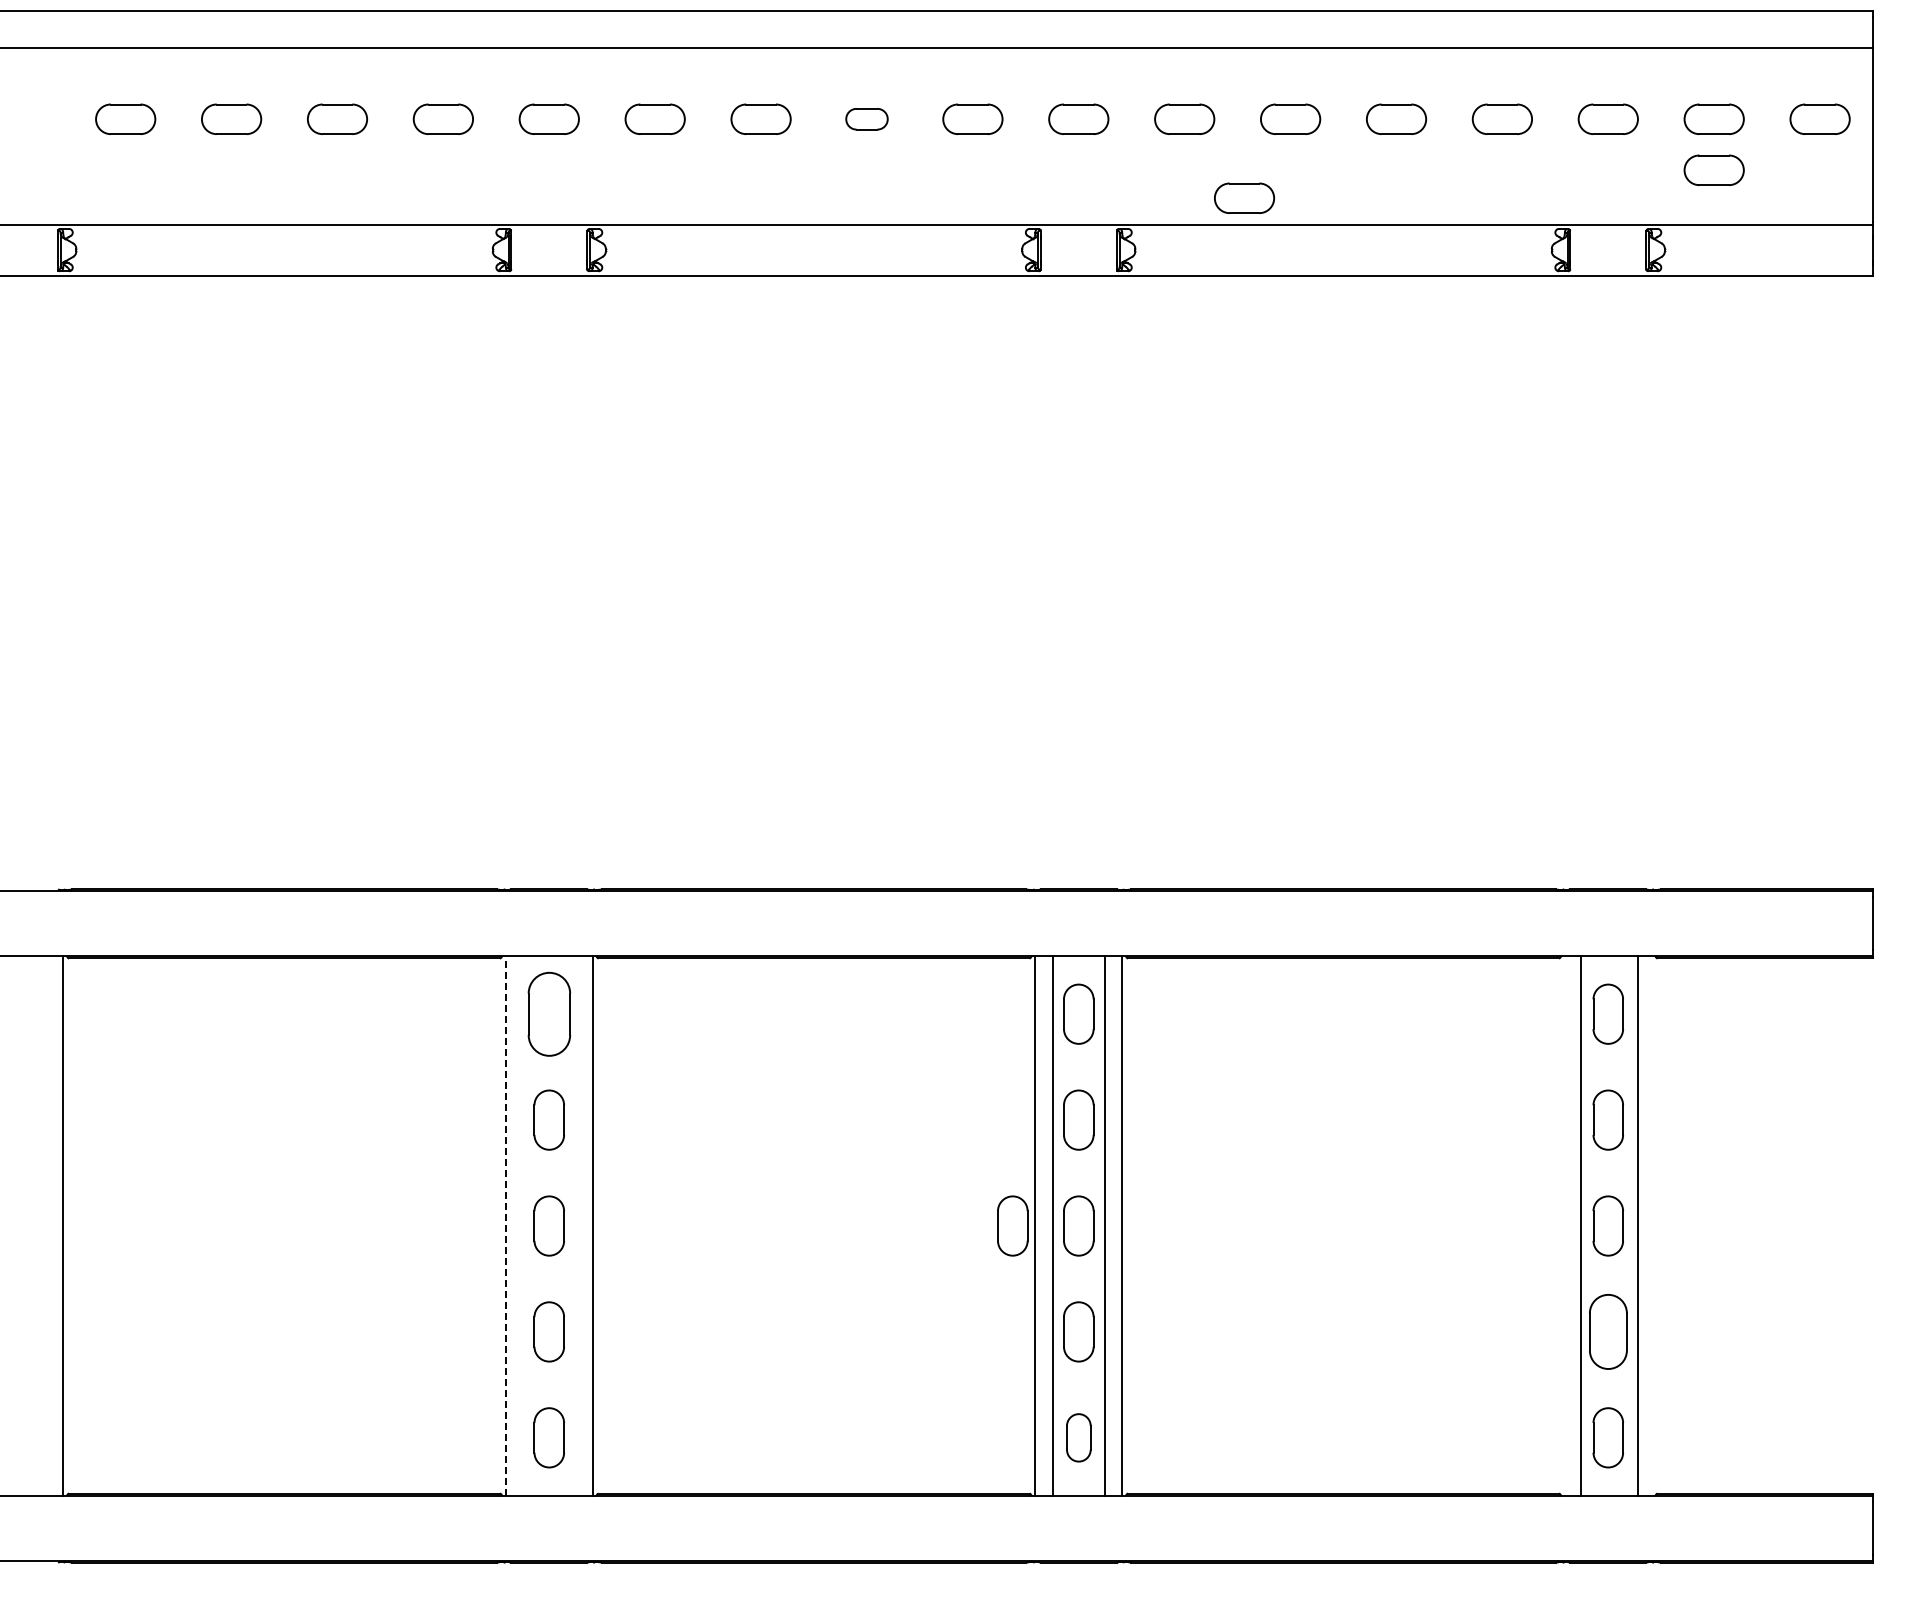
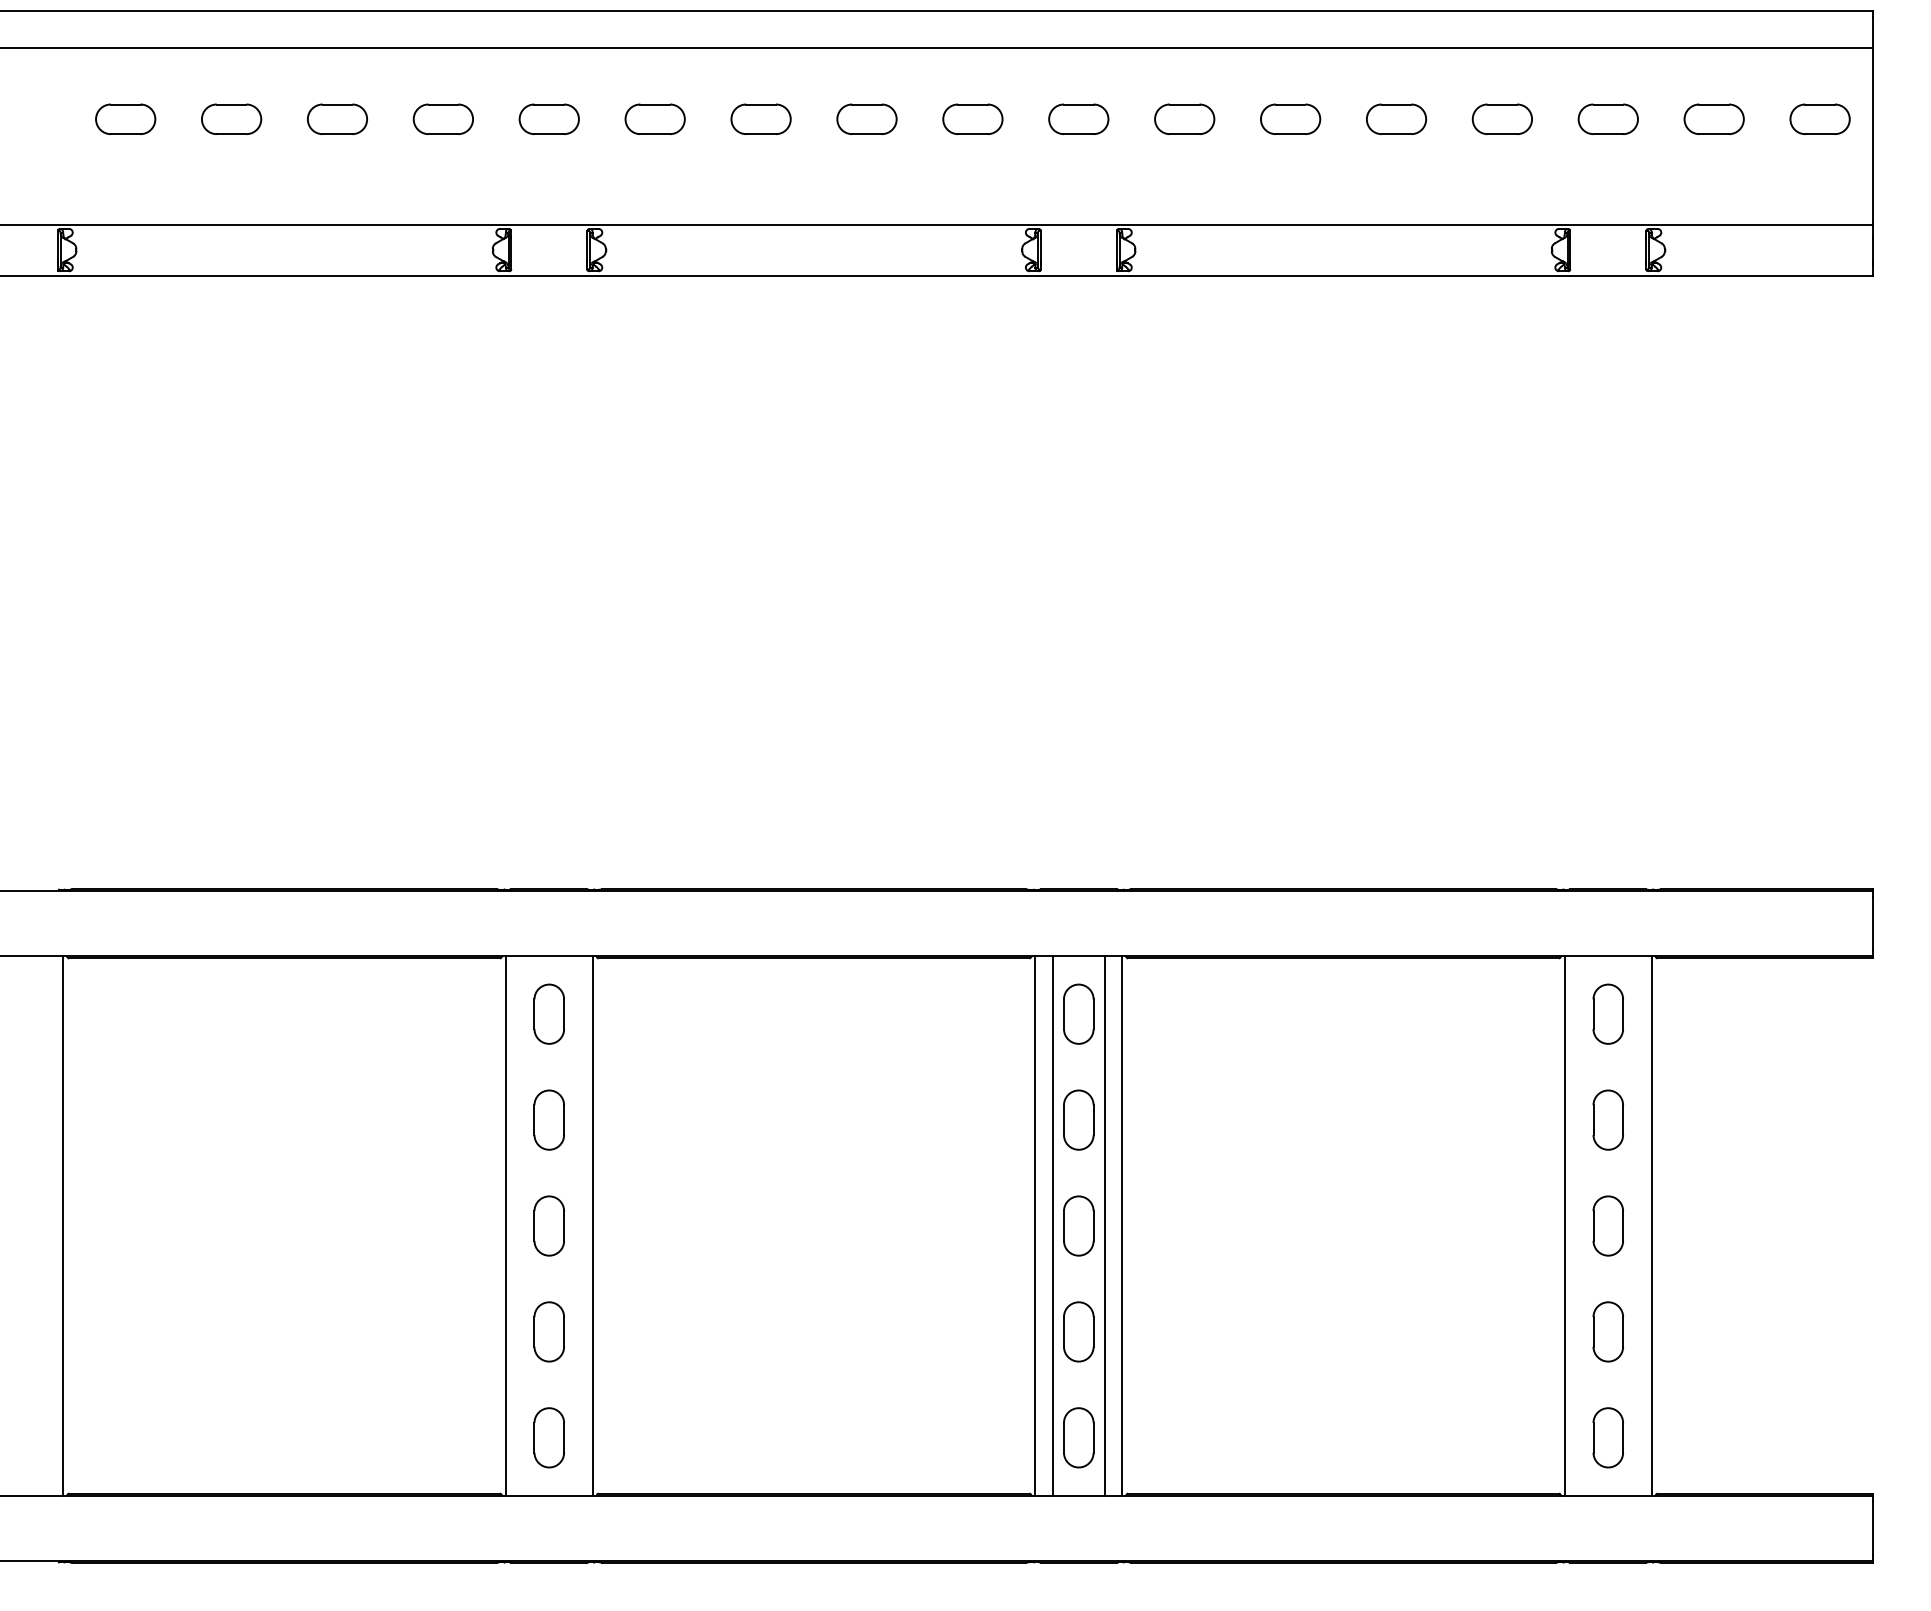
part at (866, 119) size: 44x23 px -> 62x32 px
part at (1713, 169): present -> none
part at (1244, 197): present -> none
part at (549, 1013) size: 45x86 px -> 32x62 px
line at (505, 1225): dashed -> solid
part at (1012, 1225): present -> none
line at (1580, 1225) position: (1580, 1225) -> (1564, 1225)
line at (1637, 1225) position: (1637, 1225) -> (1651, 1225)
part at (1608, 1331) size: 39x76 px -> 32x62 px
part at (1078, 1437) size: 26x50 px -> 32x62 px
